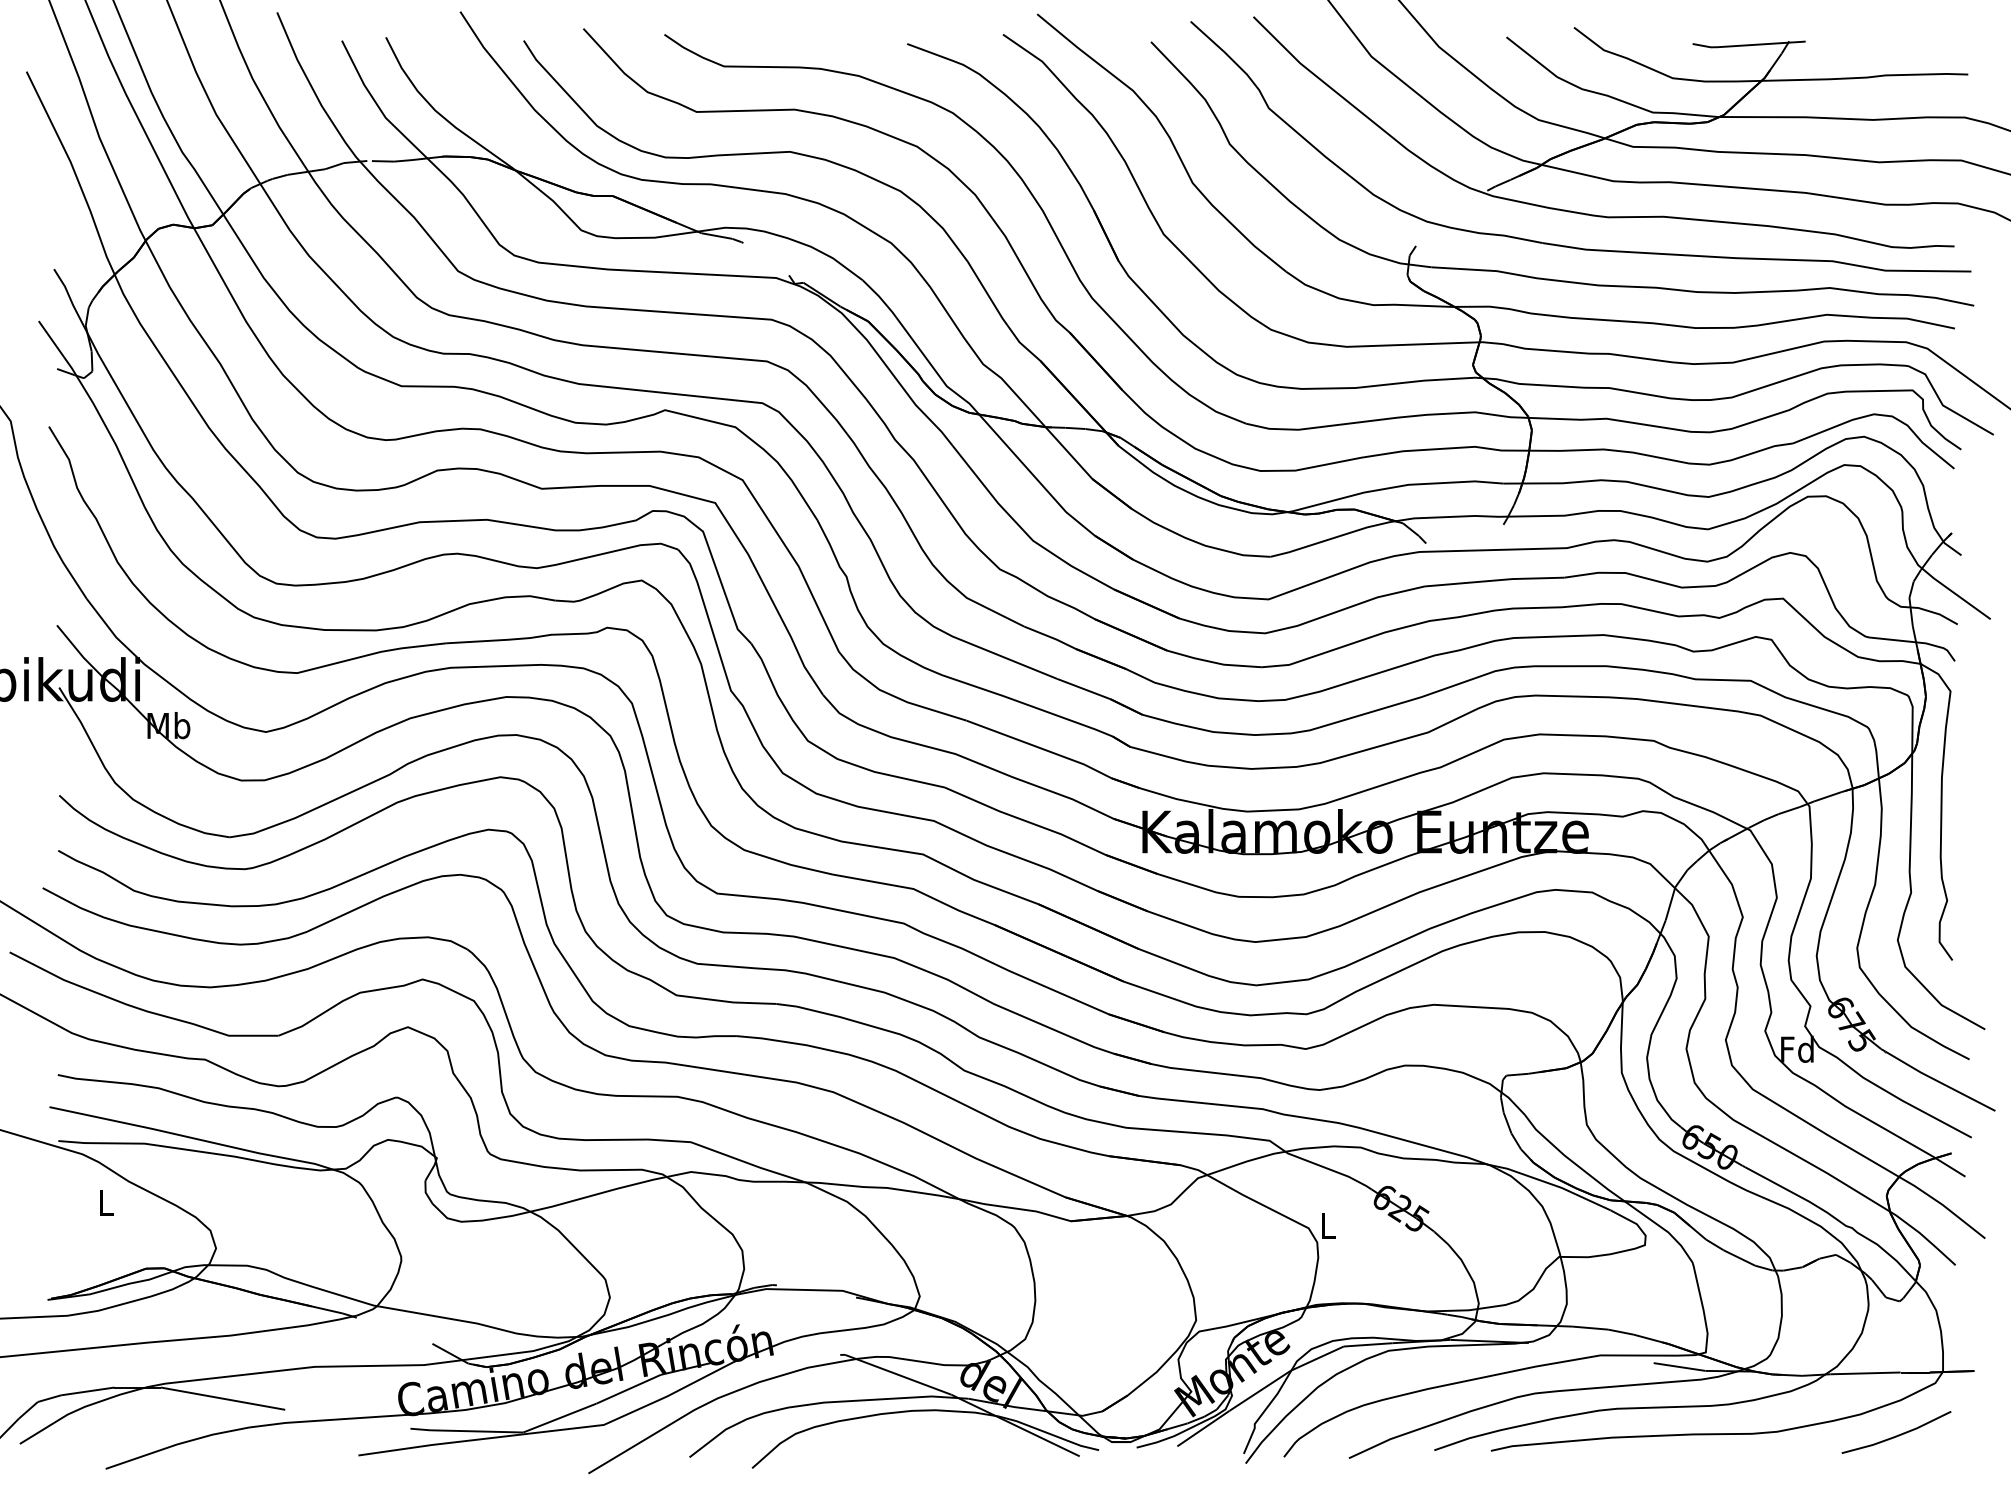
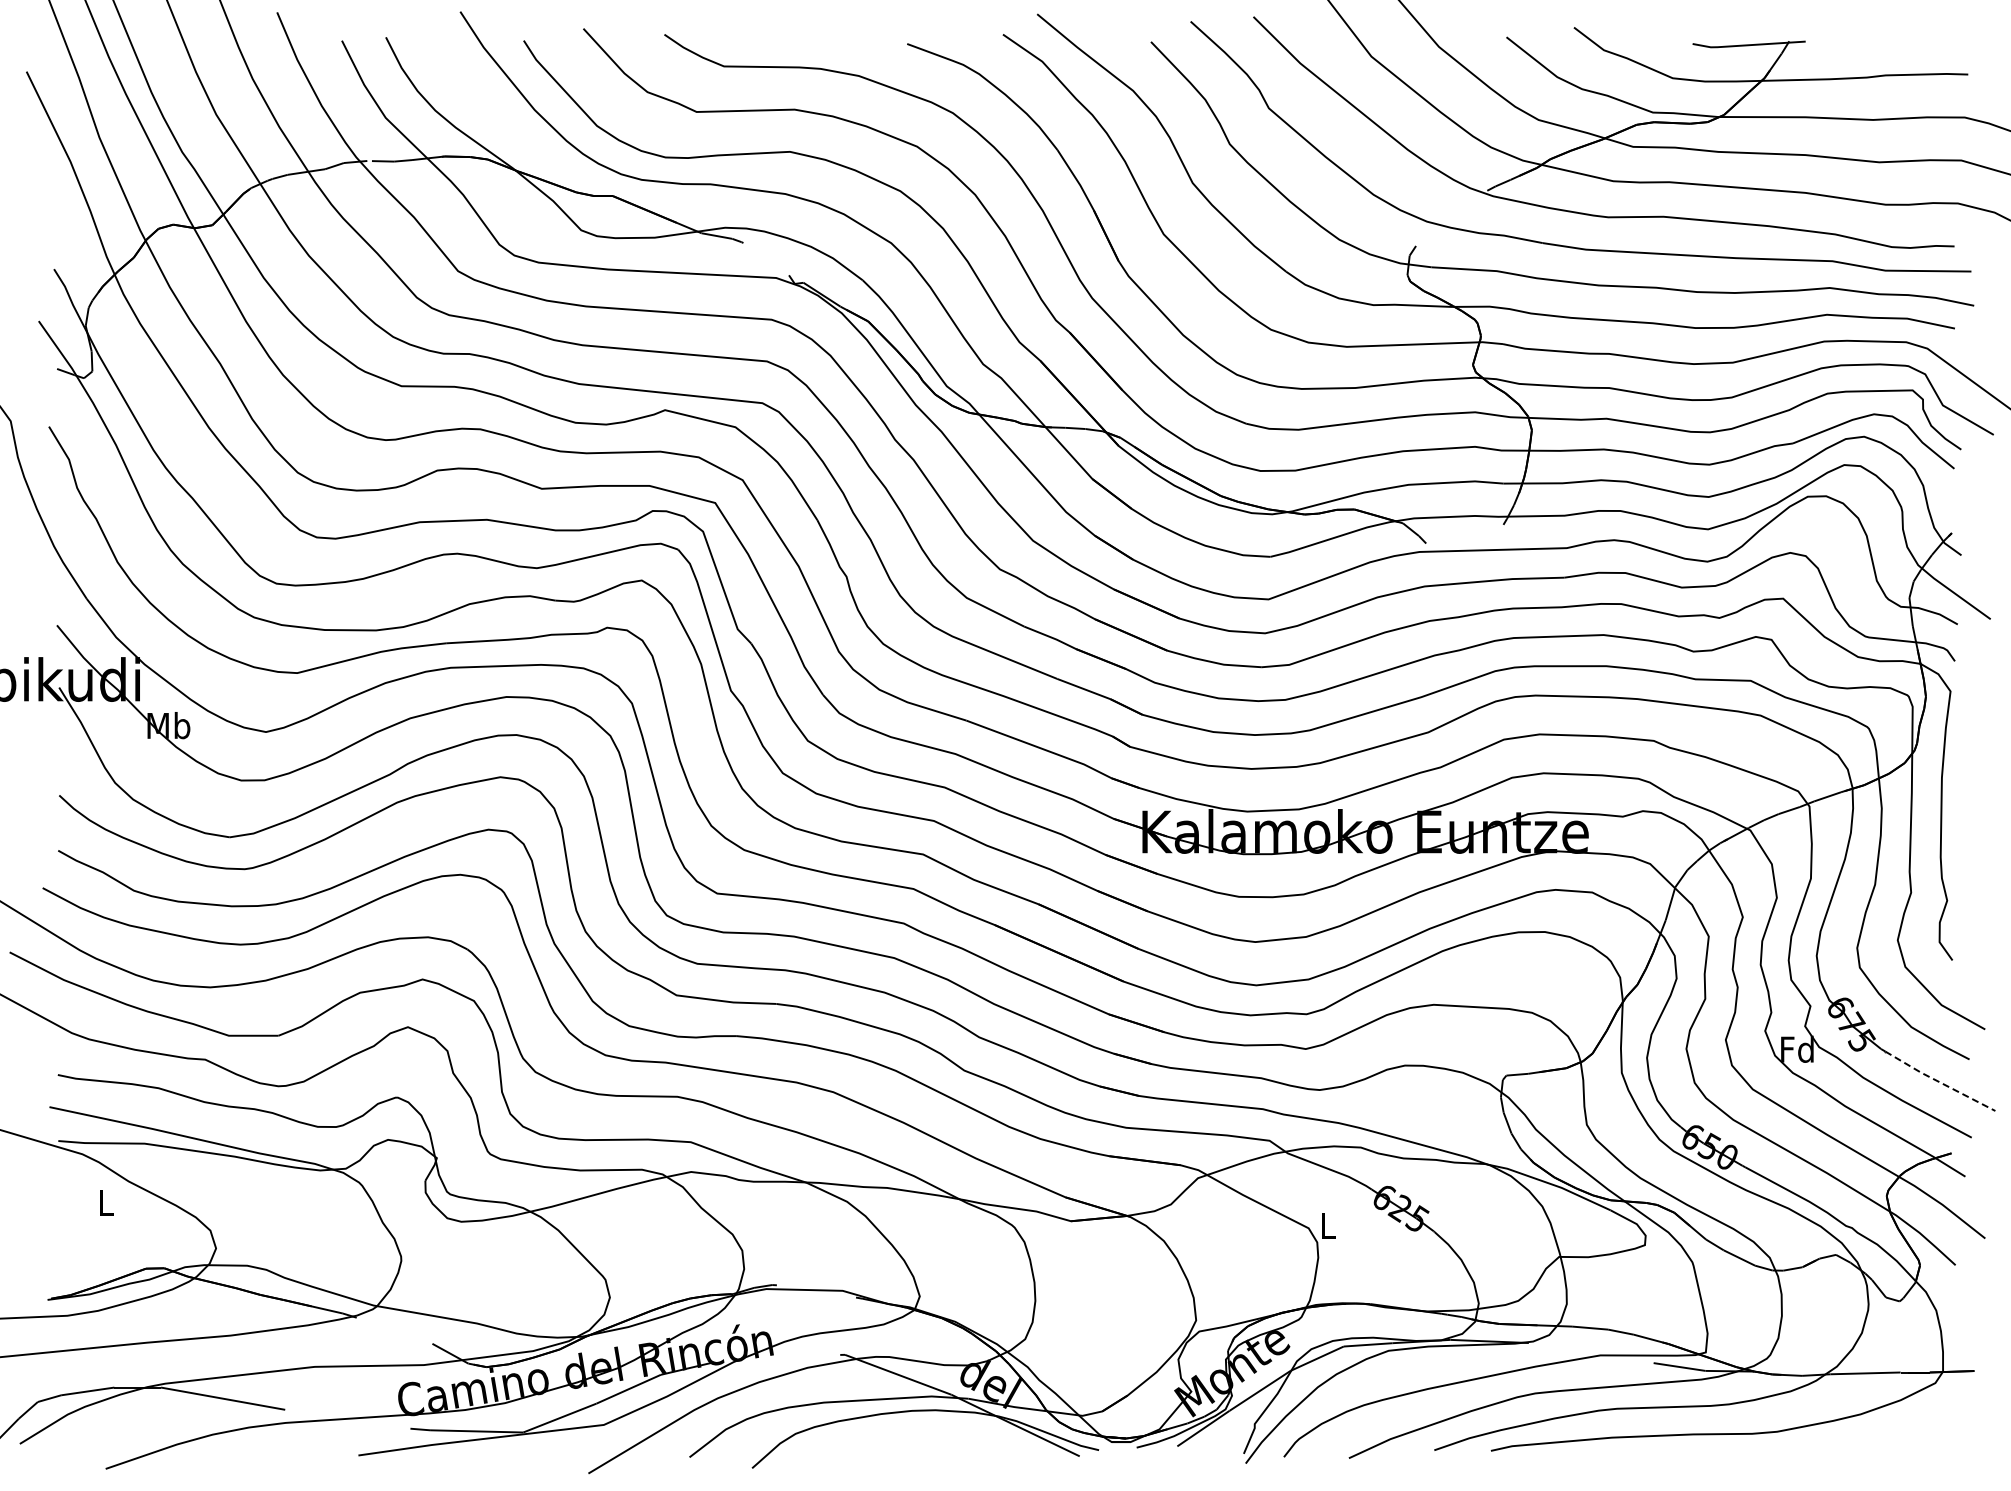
line at (1939, 1082): solid -> dashed
line at (1898, 1434): present -> none
